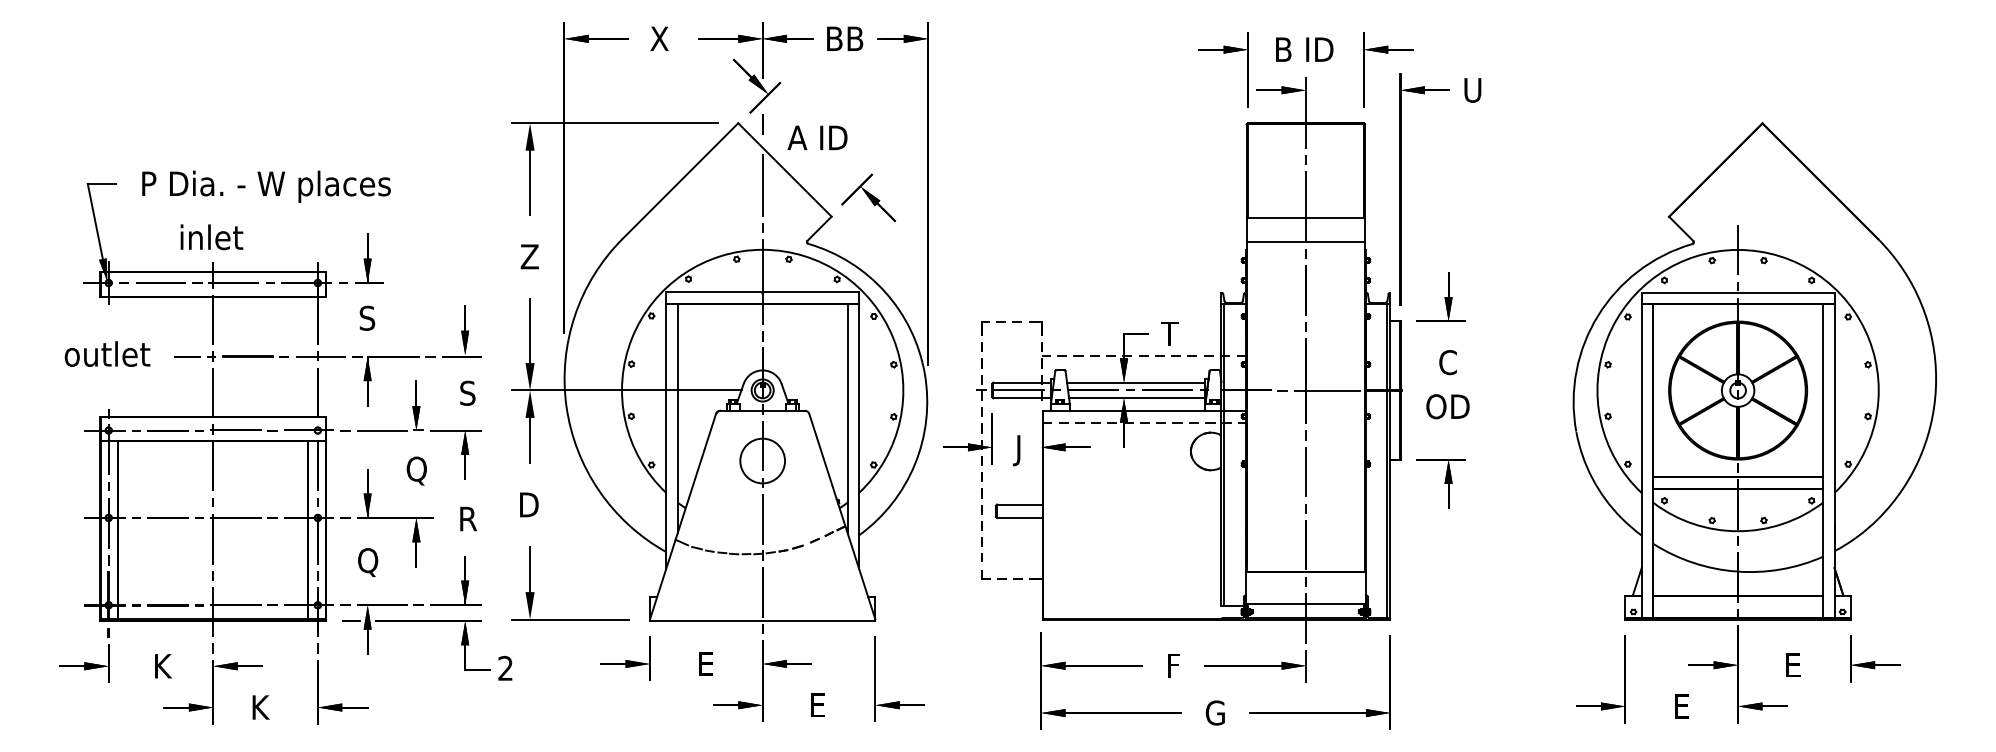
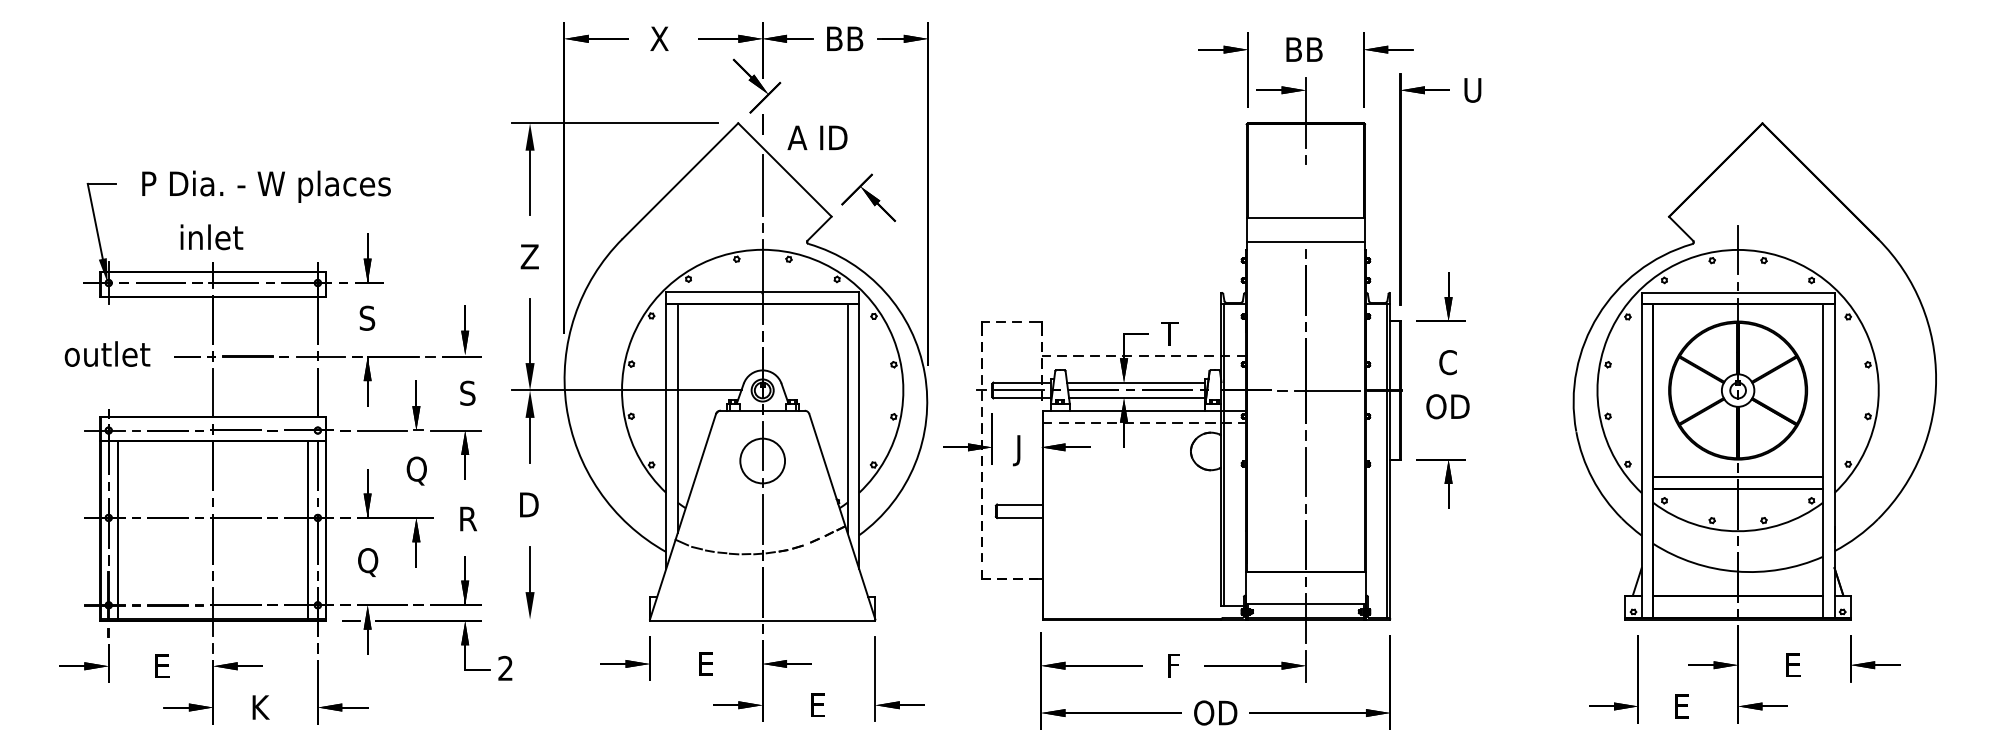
text at (1304, 49): B ID -> BB
line at (1305, 206): present -> none
line at (570, 619): present -> none
text at (163, 666): K -> E
part at (1601, 702) position: (1601, 702) -> (1614, 702)
text at (1215, 712): G -> OD
